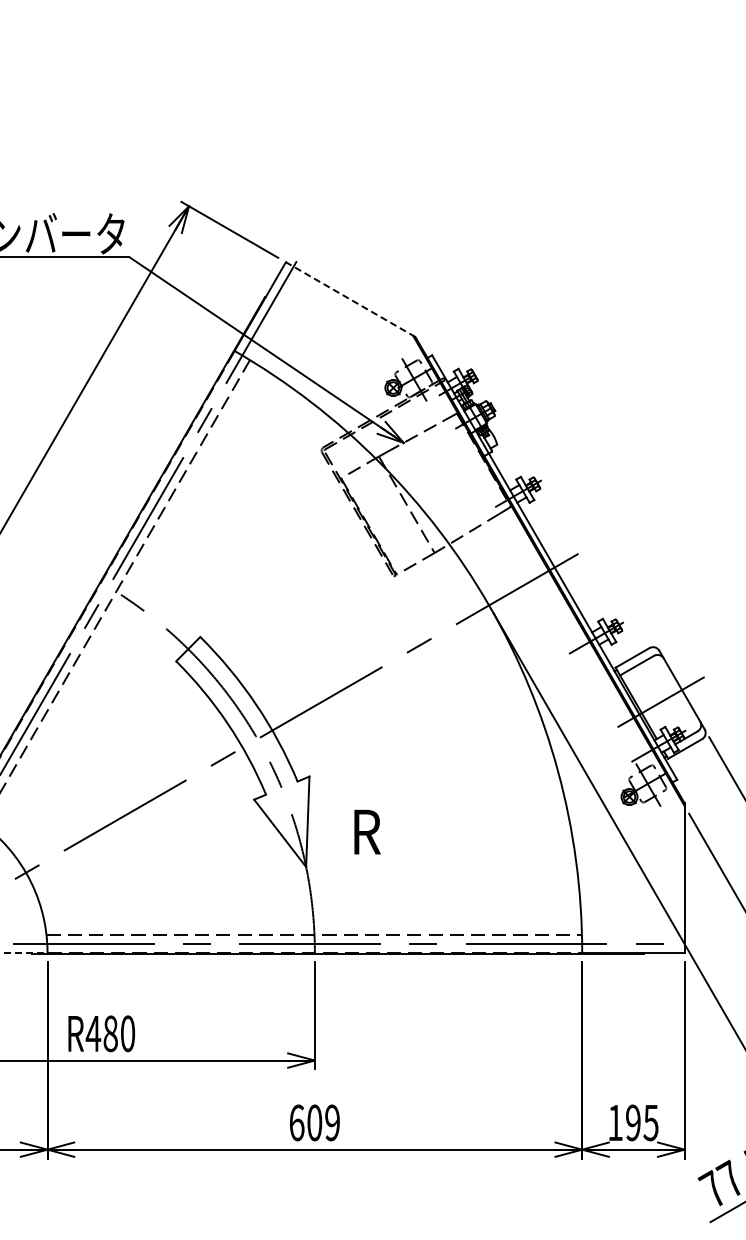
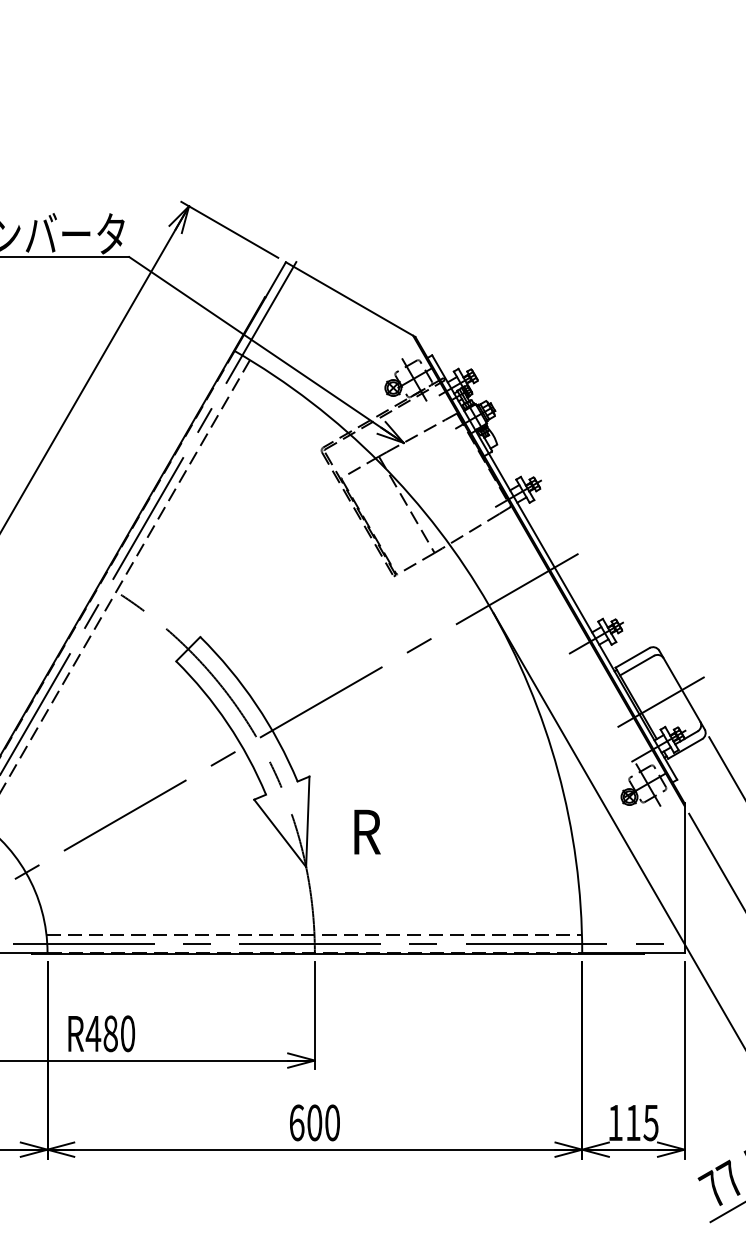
line at (350, 299): dashed -> solid
line at (24, 952): dashed -> solid
text at (332, 1122): 609 -> 600
text at (633, 1122): 195 -> 115
